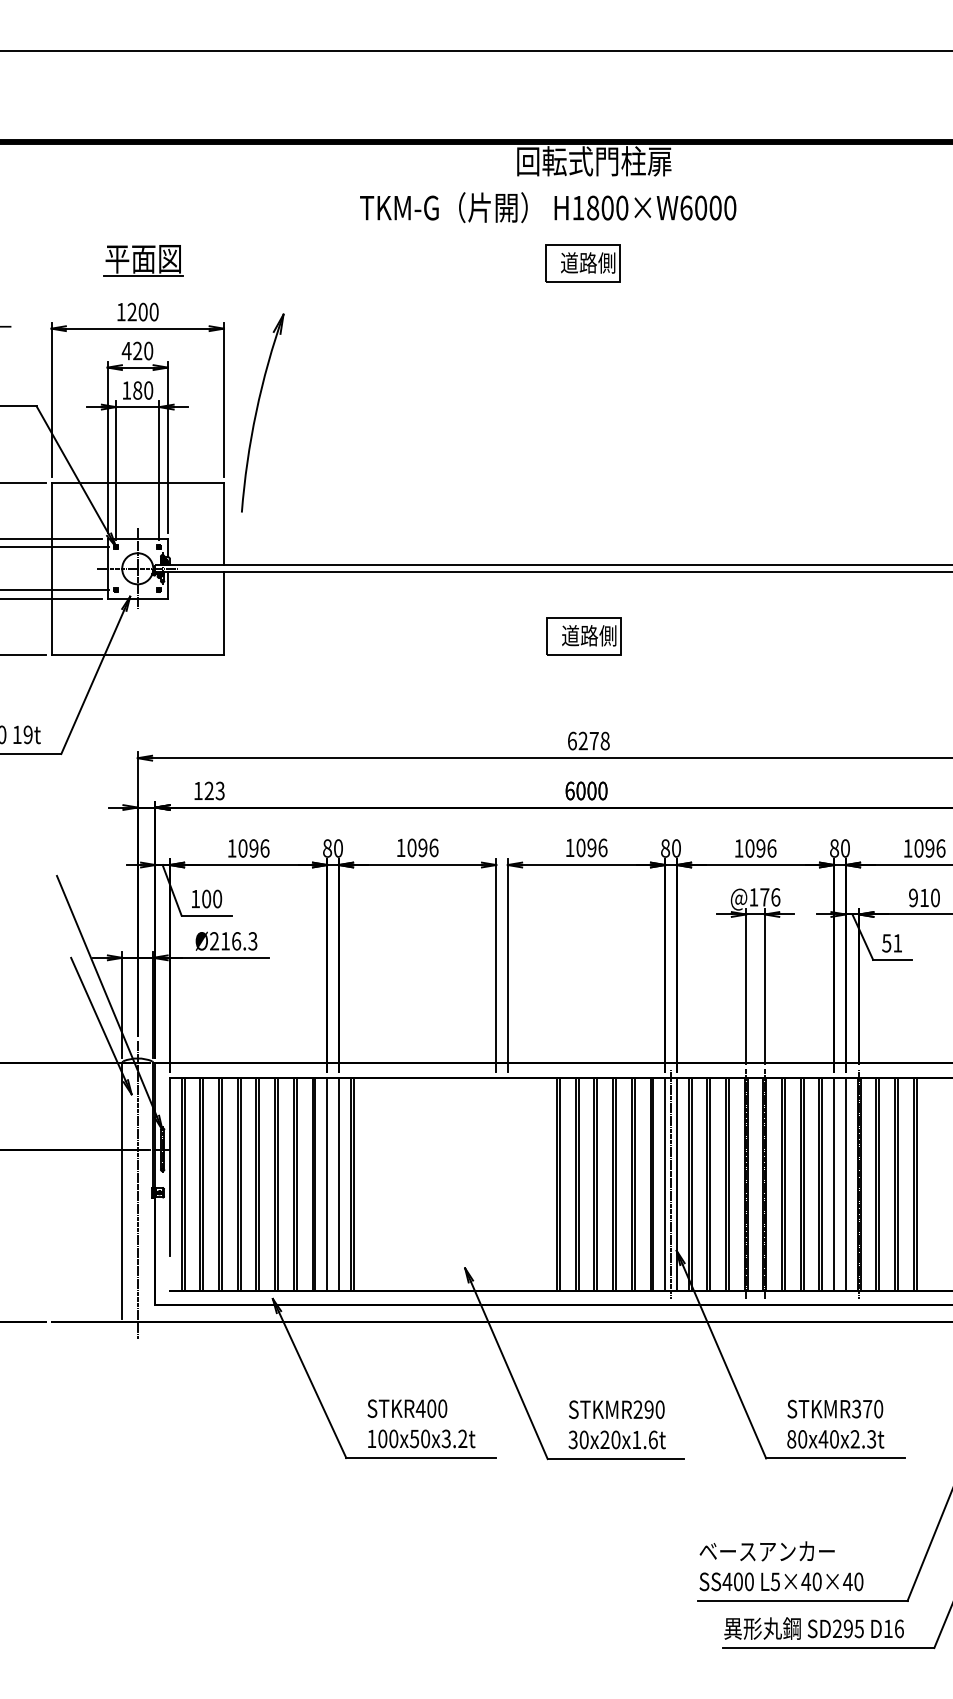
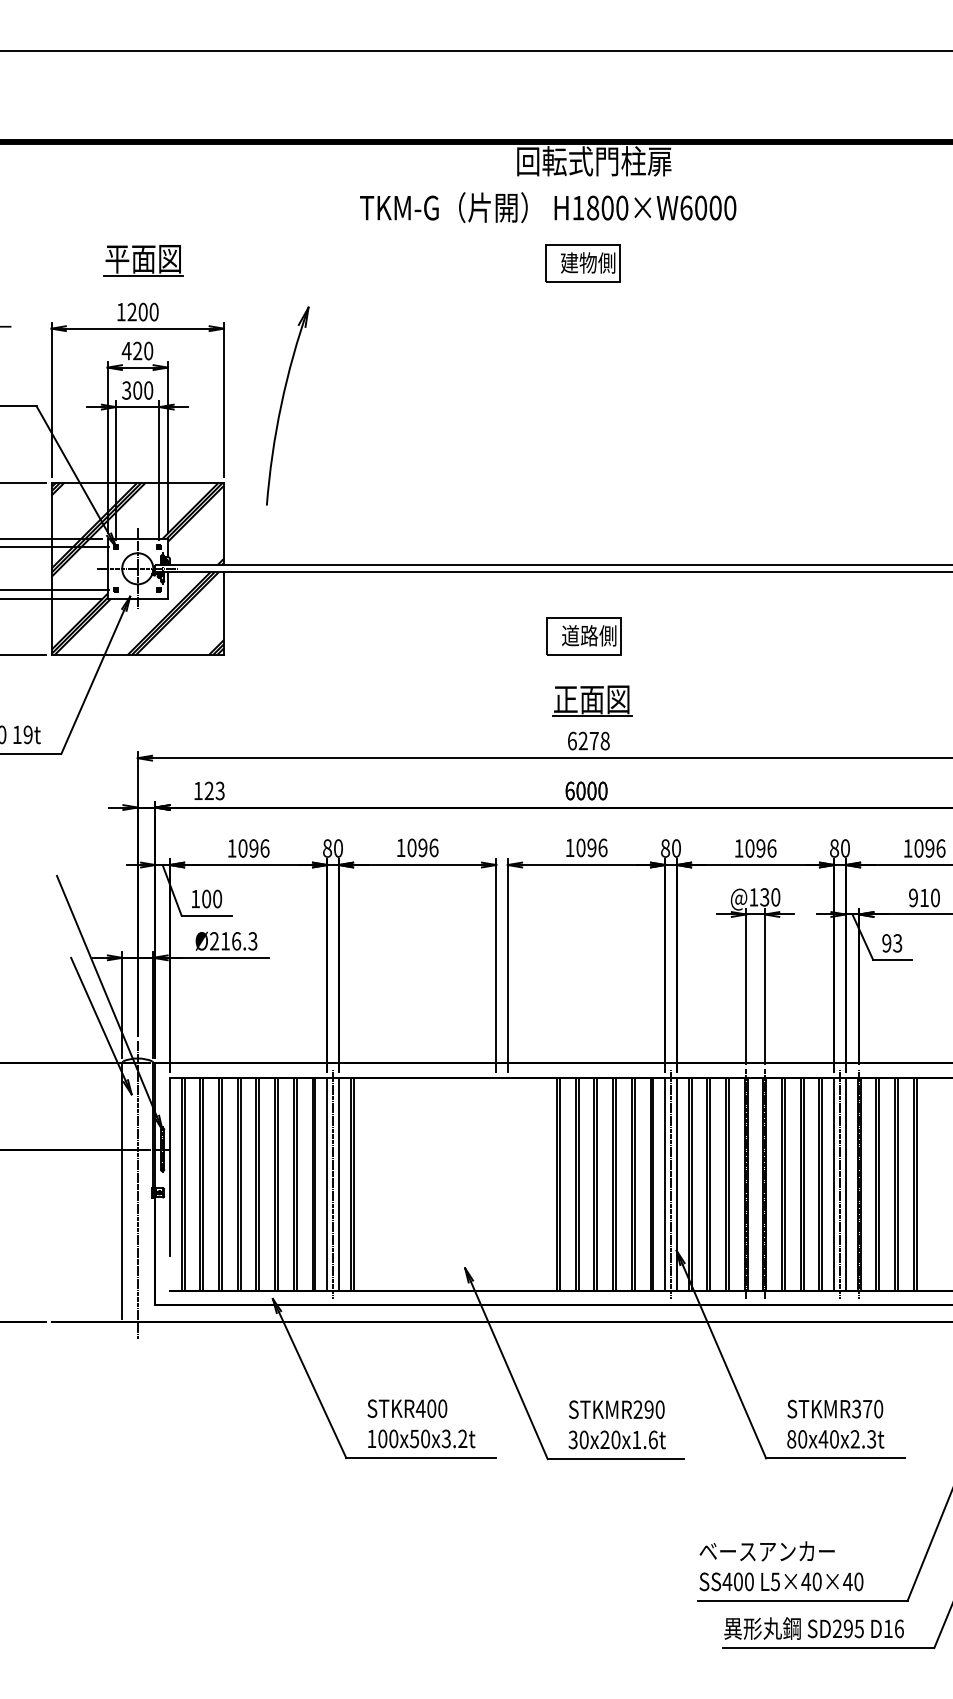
text at (578, 262): 道路側 -> 建物側
text at (132, 390): 180 -> 300
part at (262, 412) position: (262, 412) -> (287, 405)
hatch at (137, 568): none -> present
part at (592, 700): none -> present
text at (770, 897): @176 -> @130
text at (892, 943): 51 -> 93
line at (333, 1184): none -> present
line at (840, 1184): none -> present
